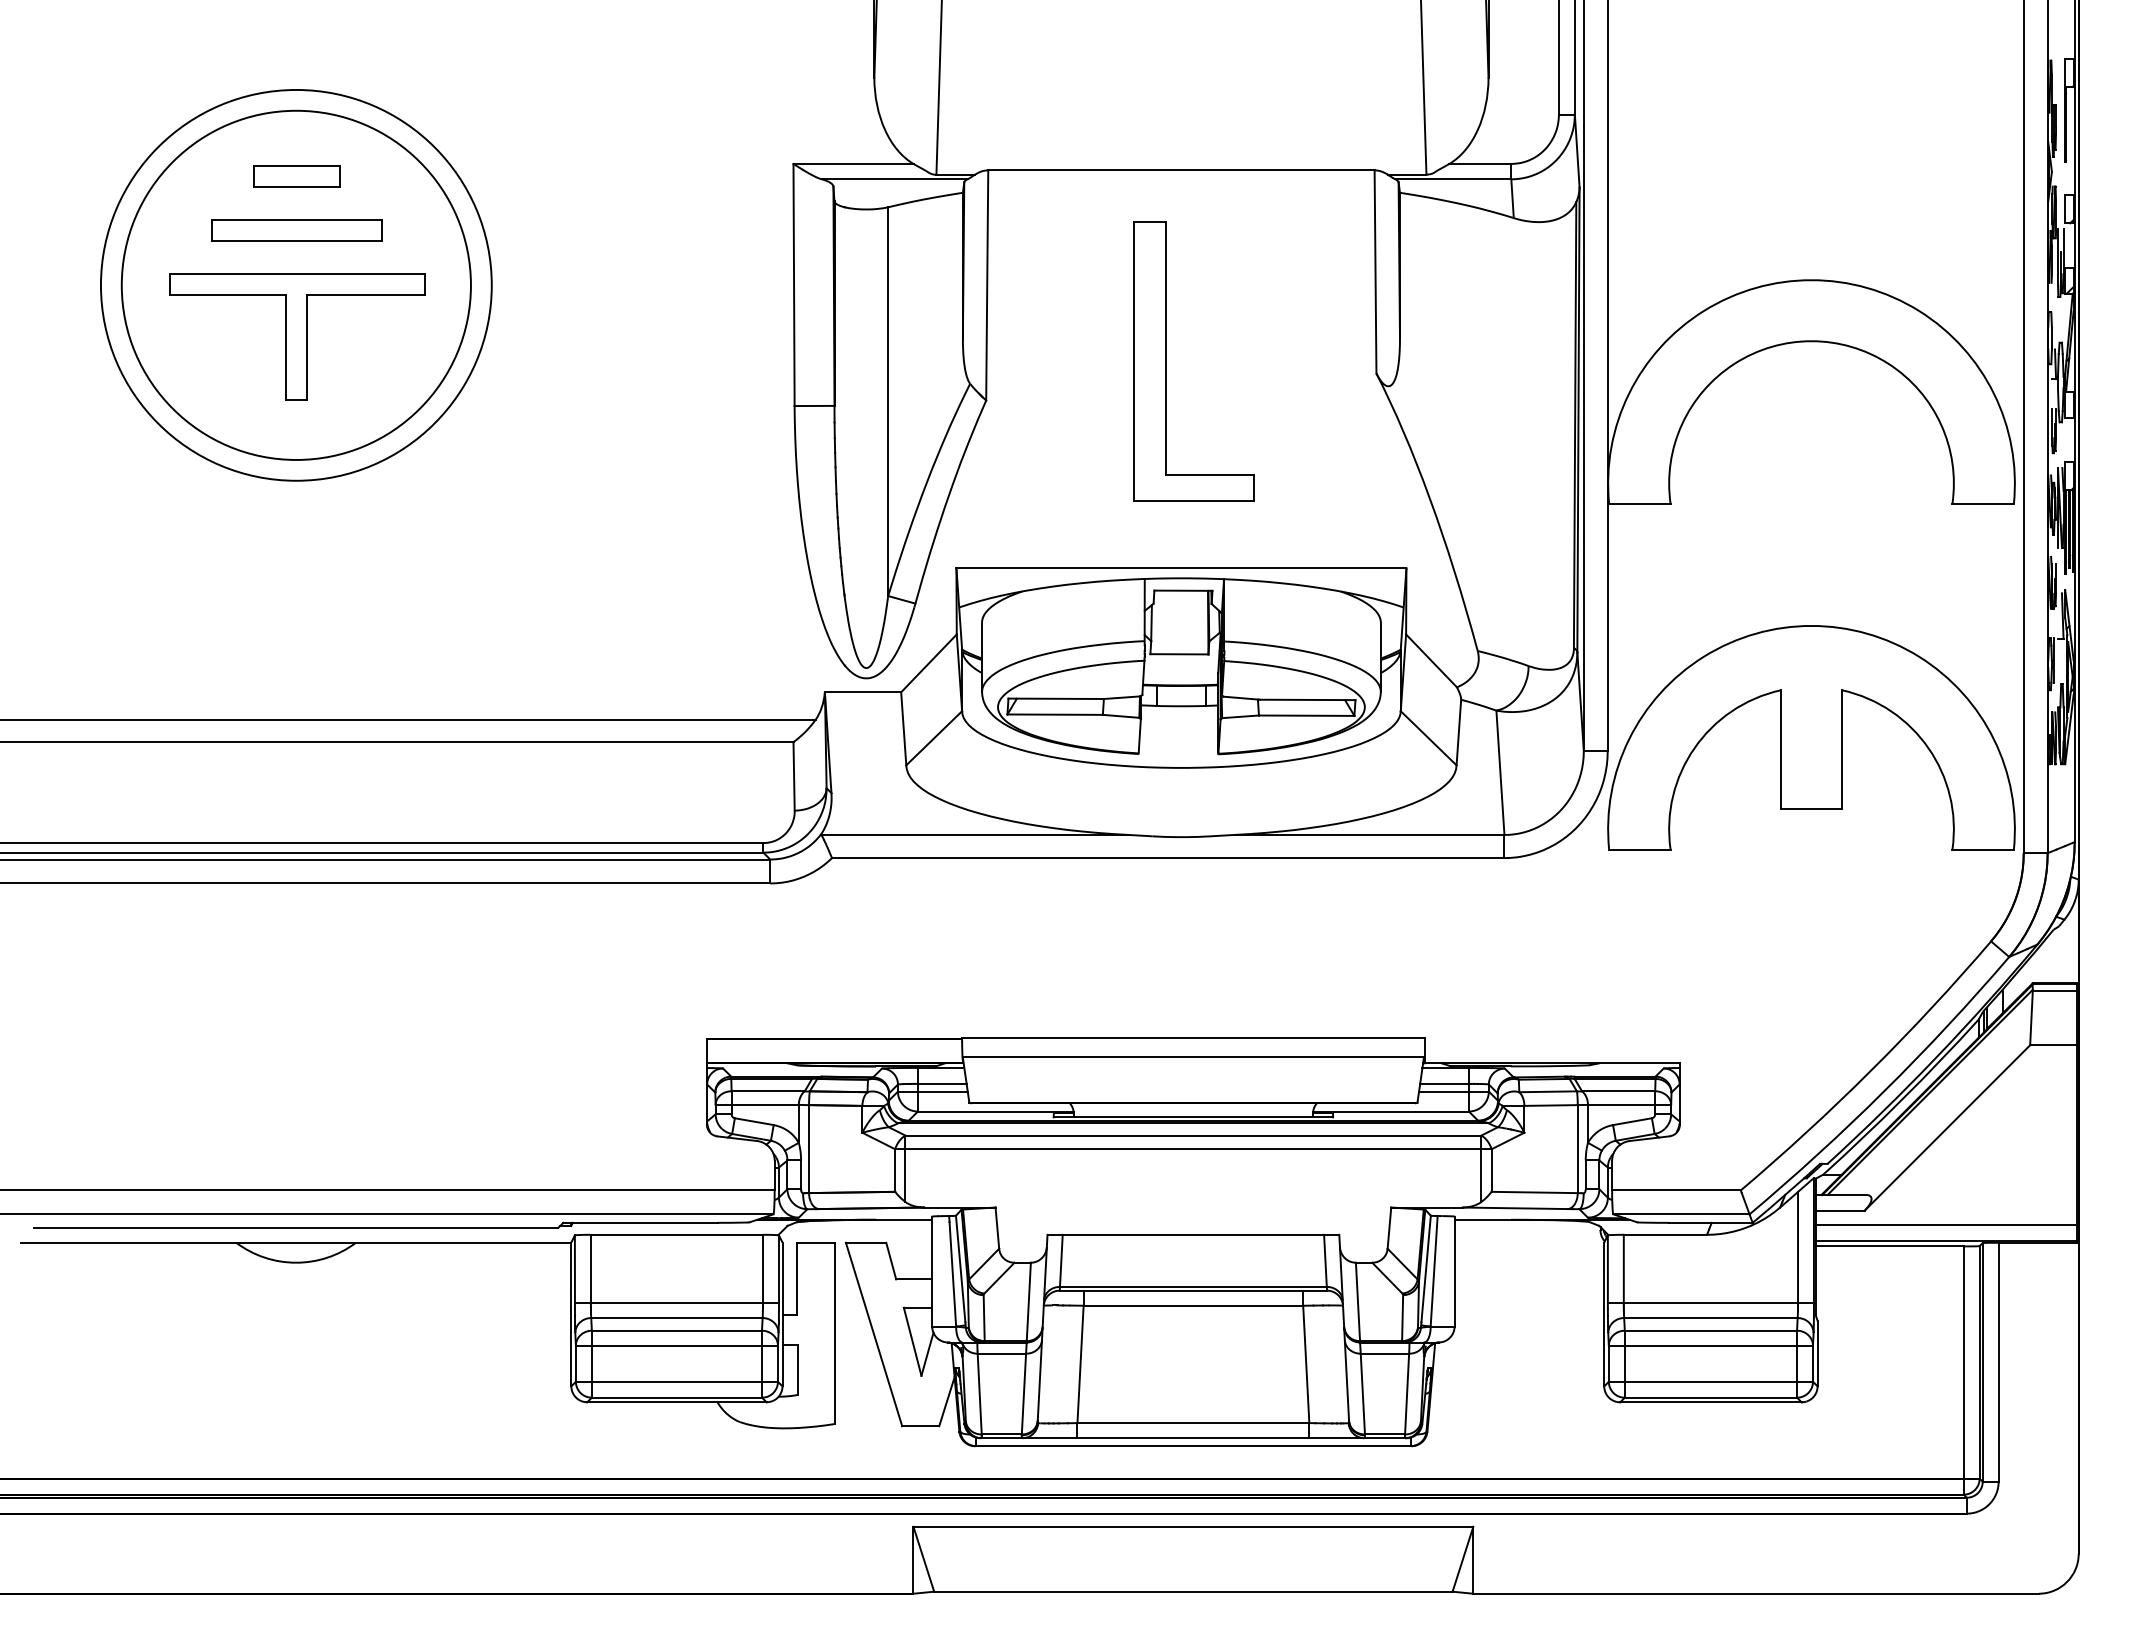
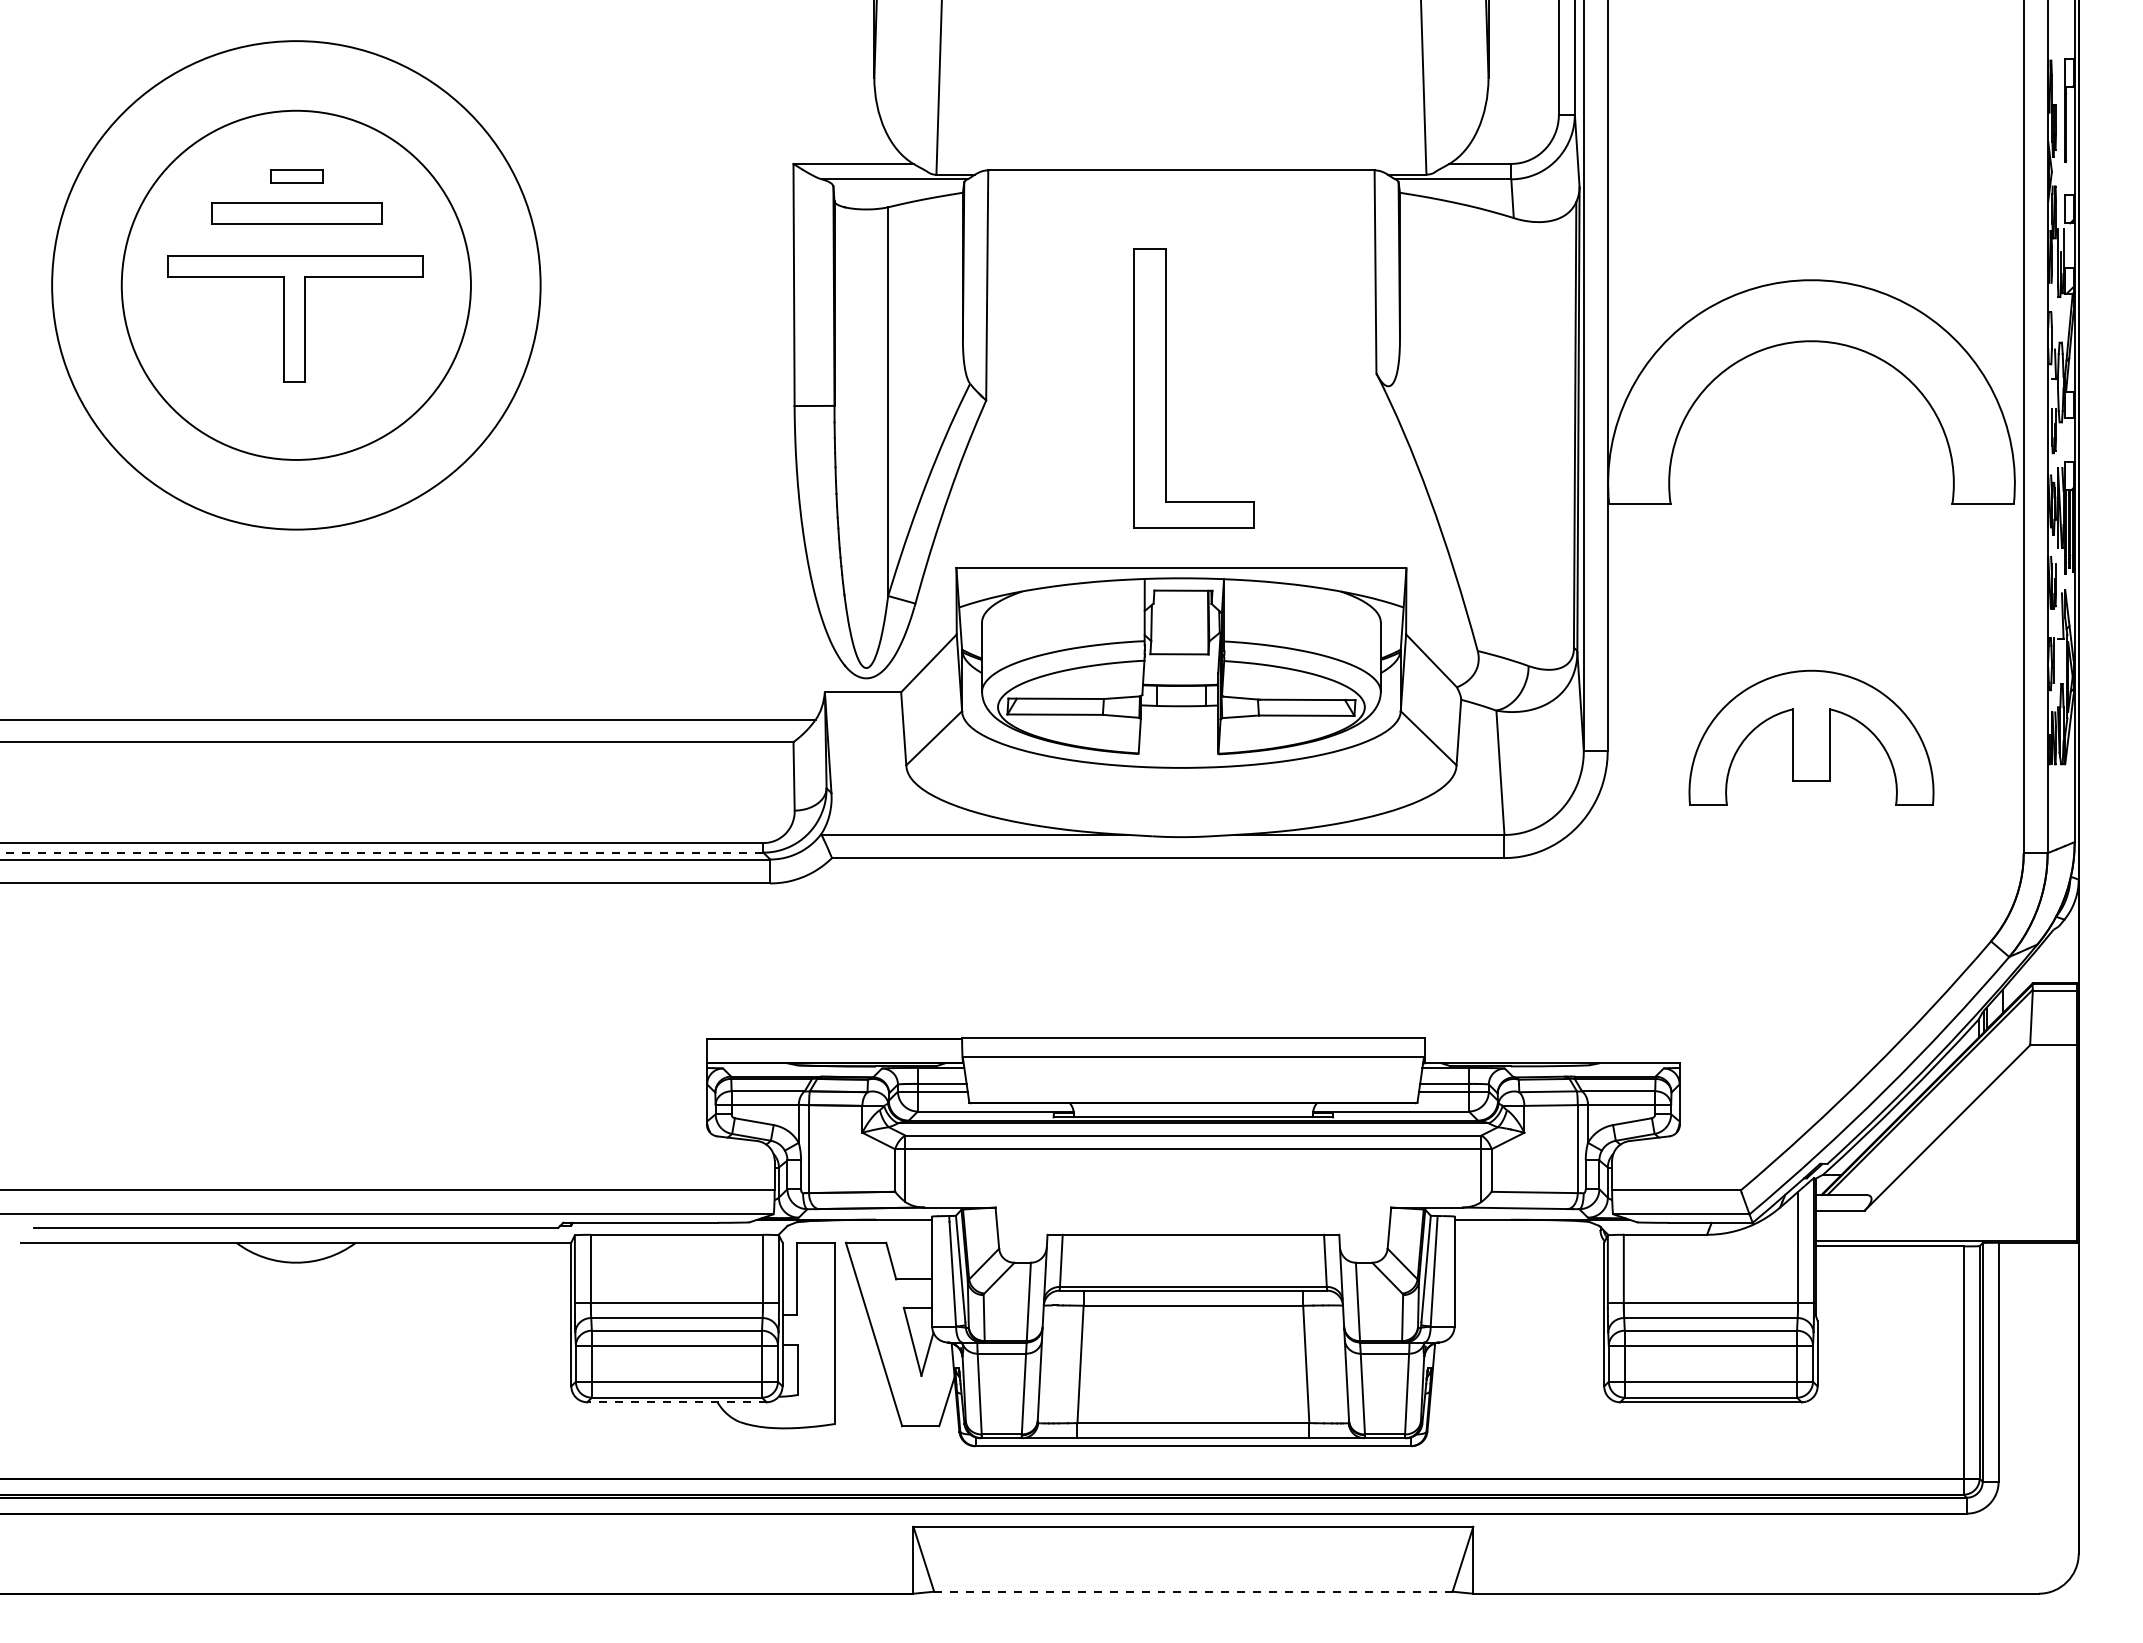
part at (296, 176) size: 88x23 px -> 54x15 px
part at (296, 230) position: (296, 230) -> (296, 213)
circle at (295, 284) diameter: 391 px -> 489 px
part at (297, 336) position: (297, 336) -> (295, 318)
part at (1166, 361) position: (1166, 361) -> (1166, 388)
part at (1811, 737) size: 409x226 px -> 247x137 px
line at (381, 852): solid -> dashed
line at (1945, 1225): present -> none
line at (676, 1402): solid -> dashed
line at (1193, 1591): solid -> dashed
